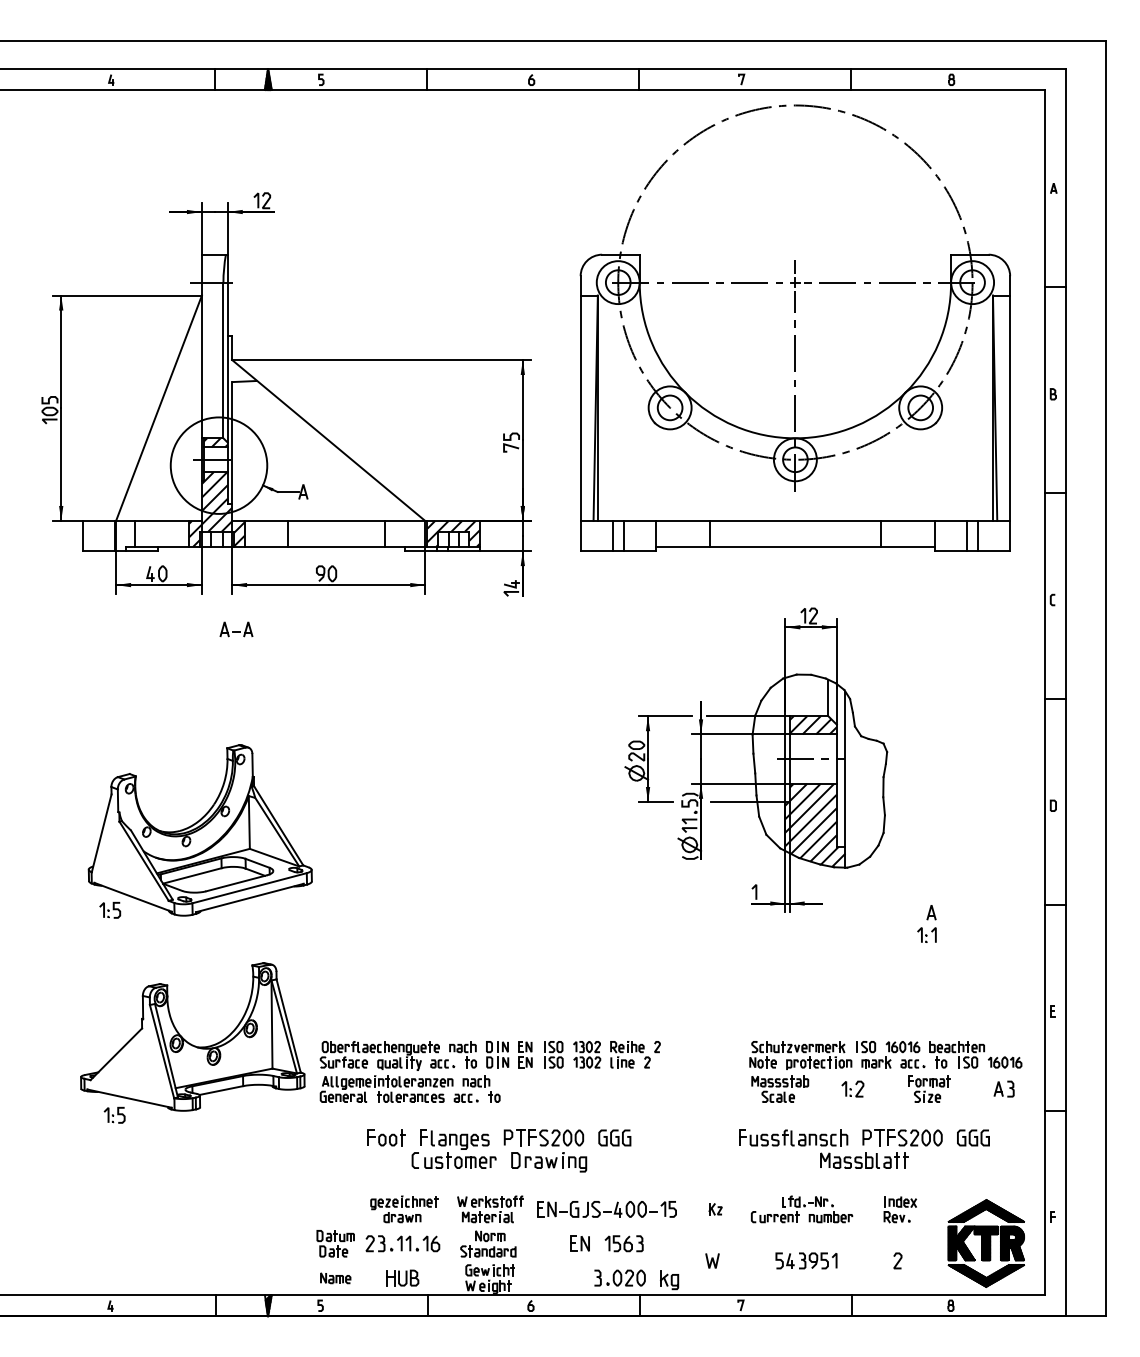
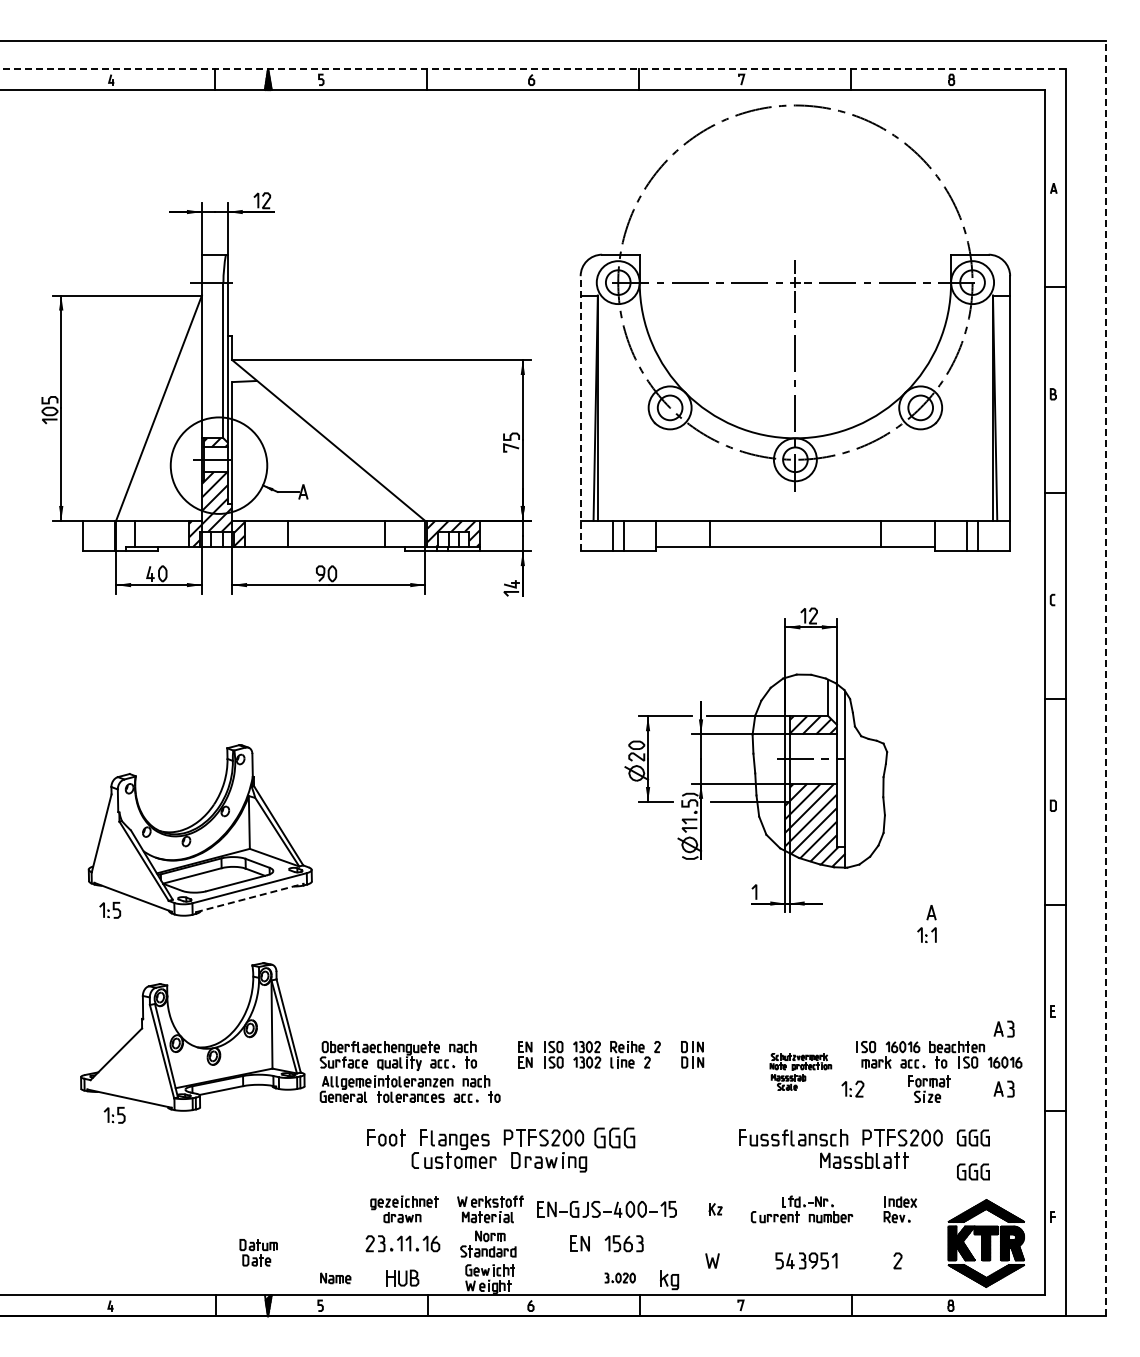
line at (532, 69): solid -> dashed
line at (580, 413): solid -> dashed
part at (236, 629): present -> none
line at (1106, 678): solid -> dashed
line at (249, 898): solid -> dashed
part at (1003, 1028): none -> present
part at (497, 1054) position: (497, 1054) -> (692, 1054)
part at (800, 1071) size: 104x62 px -> 64x38 px
part at (614, 1137) size: 34x18 px -> 42x22 px
part at (973, 1171): none -> present
part at (335, 1243) position: (335, 1243) -> (258, 1252)
part at (619, 1277) size: 52x18 px -> 32x12 px
